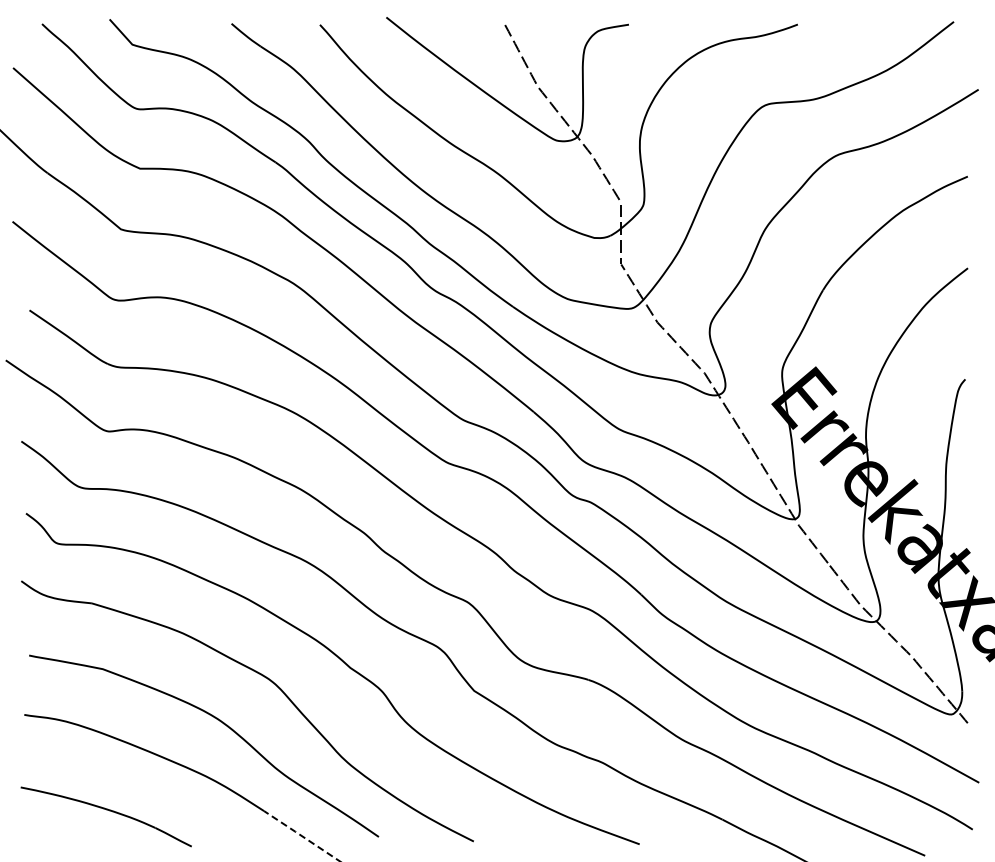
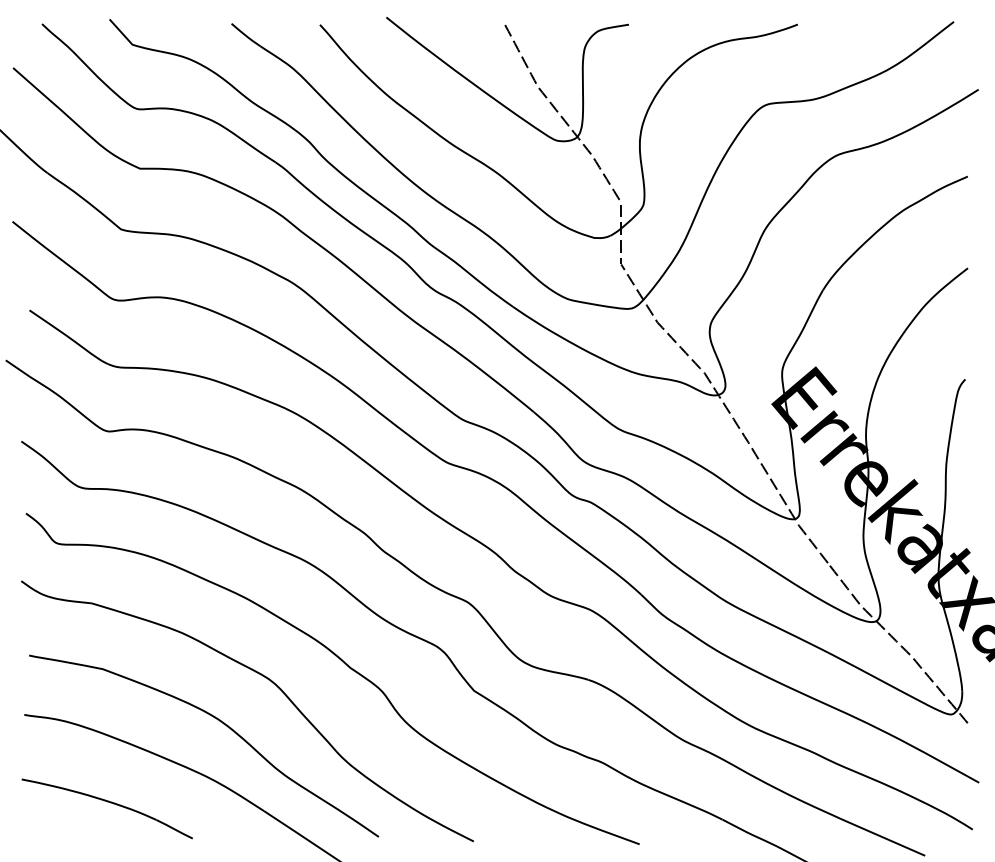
part at (106, 810) position: (106, 810) -> (107, 802)
line at (301, 835): dashed -> solid
